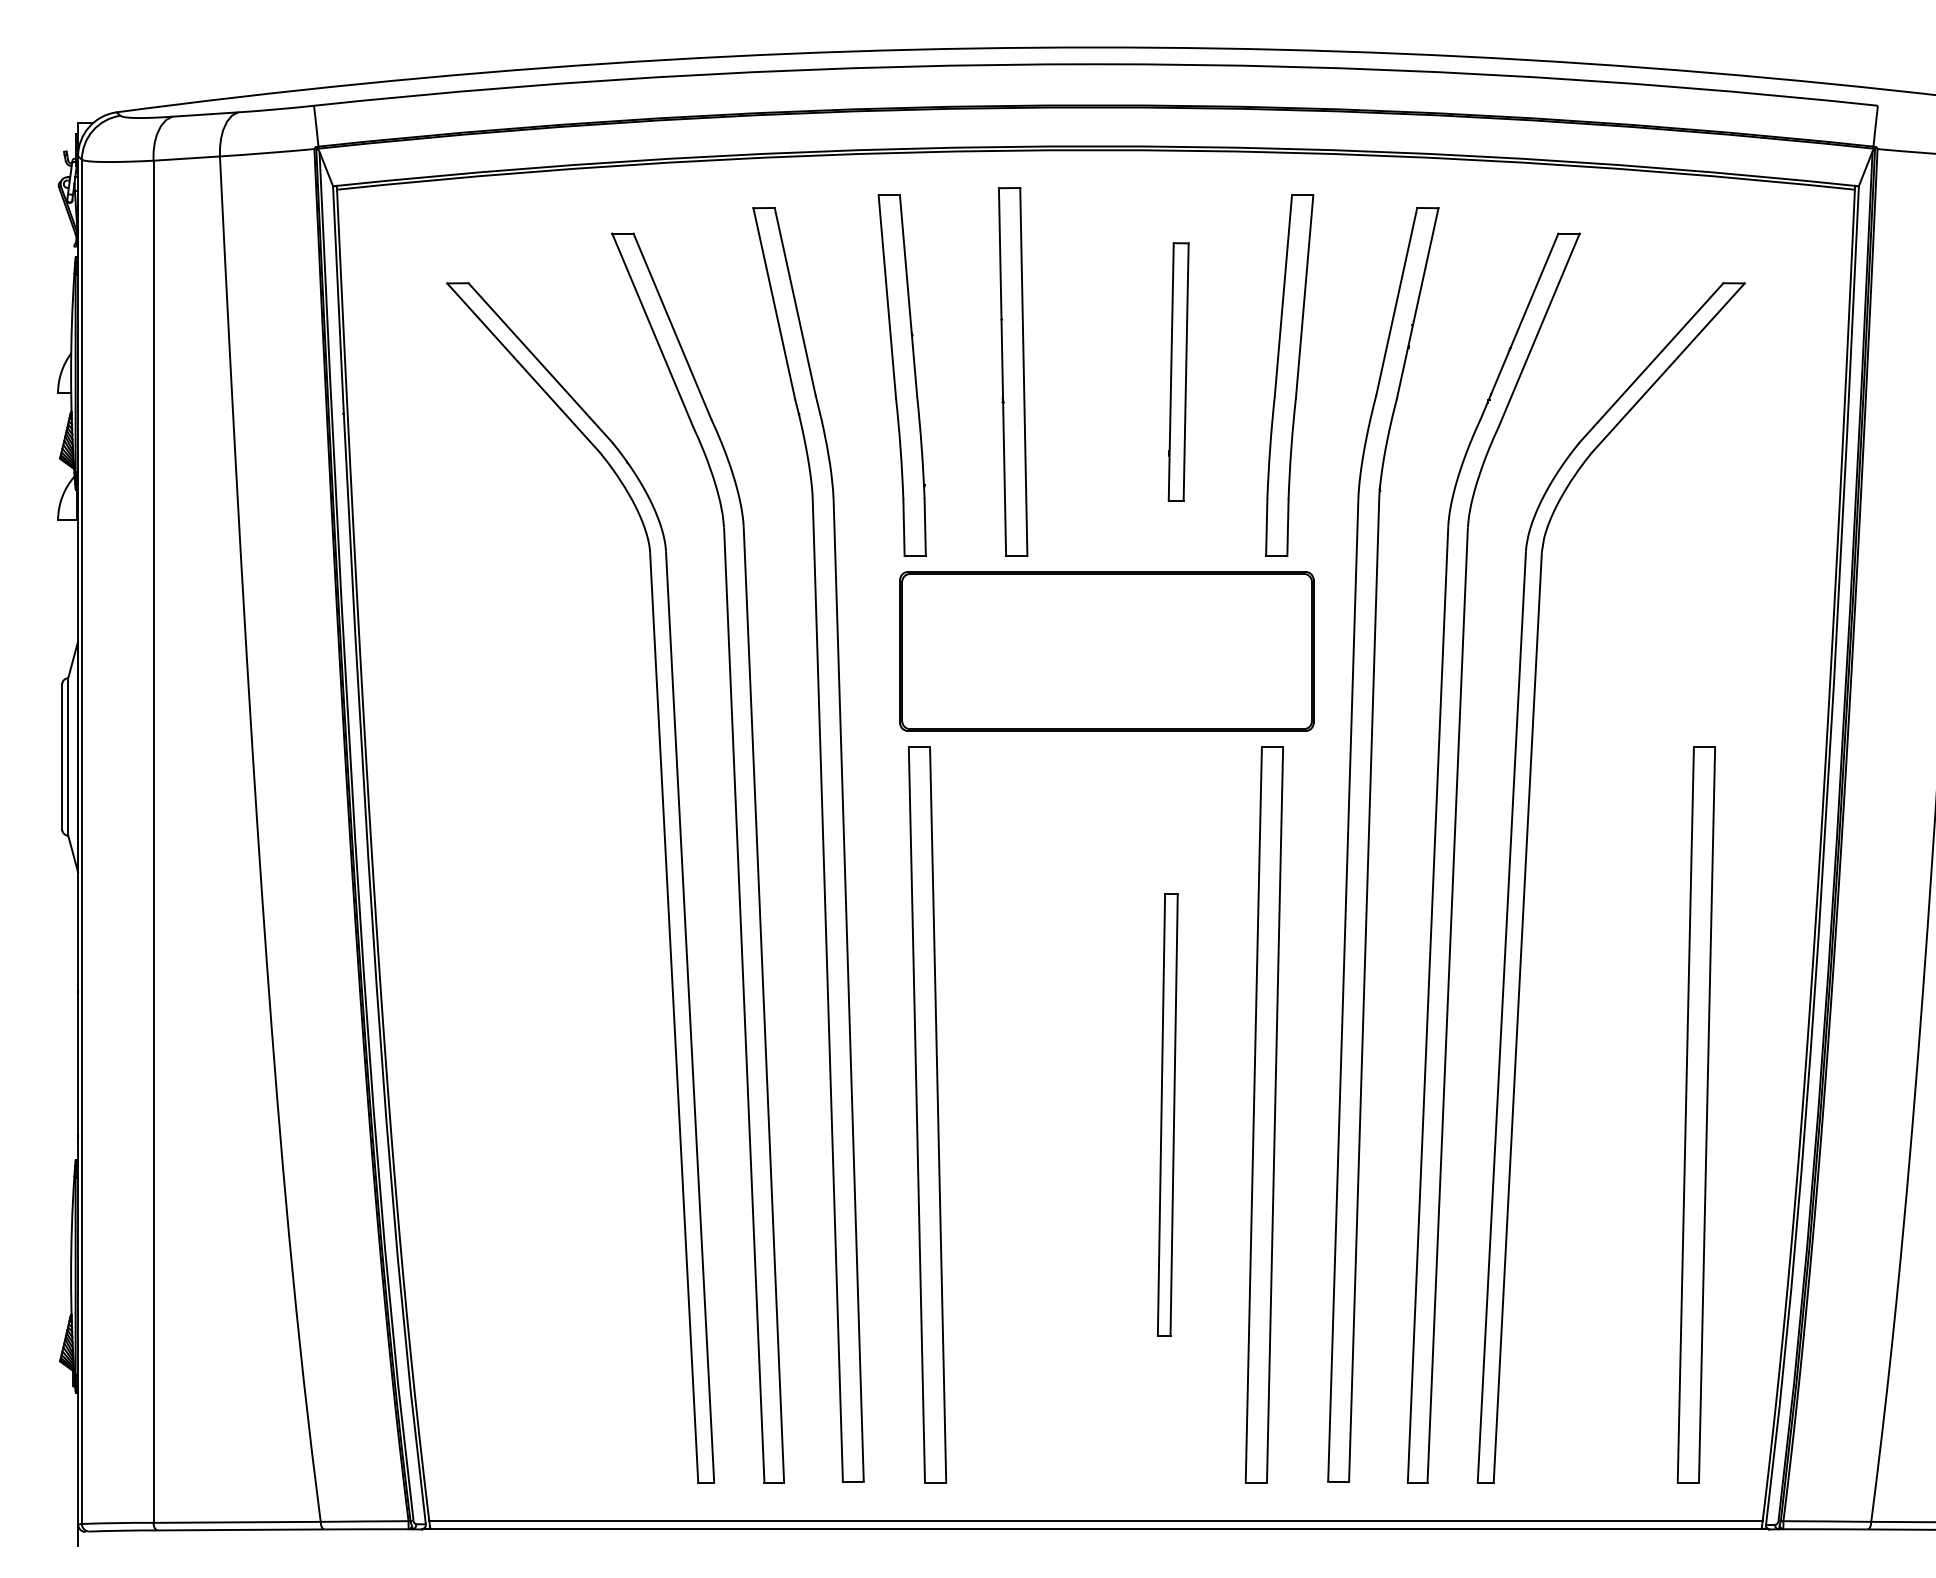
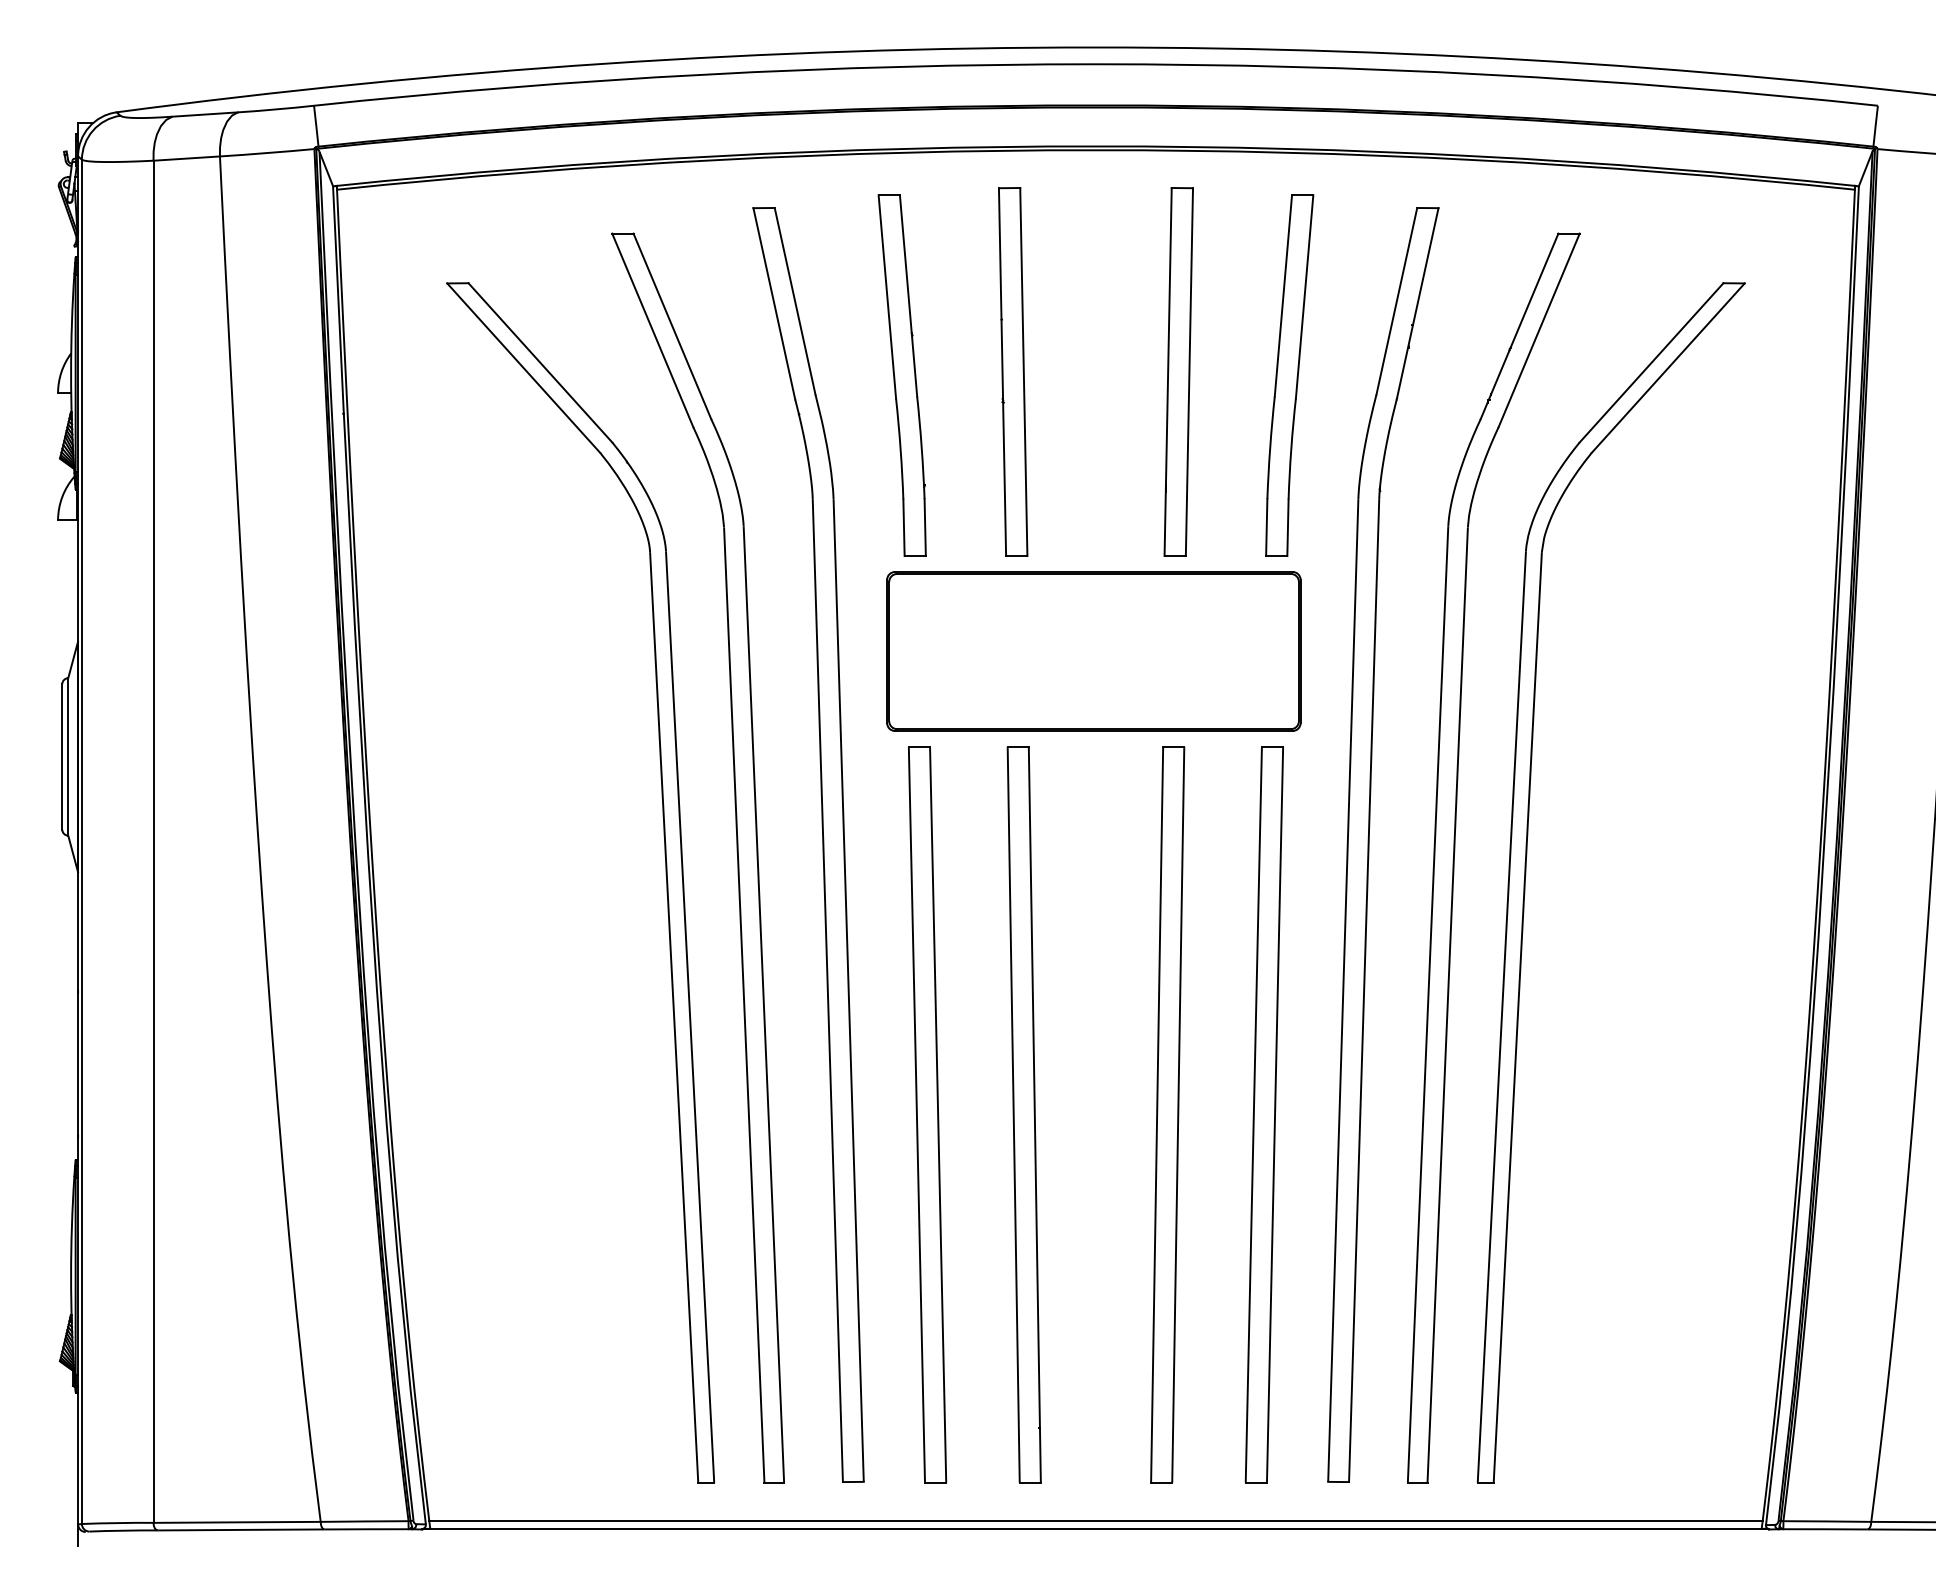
part at (1178, 371) size: 23x260 px -> 31x370 px
part at (1106, 651) position: (1106, 651) -> (1093, 651)
part at (1023, 1114): none -> present
part at (1167, 1114) size: 22x444 px -> 36x738 px
part at (1695, 1114): present -> none
